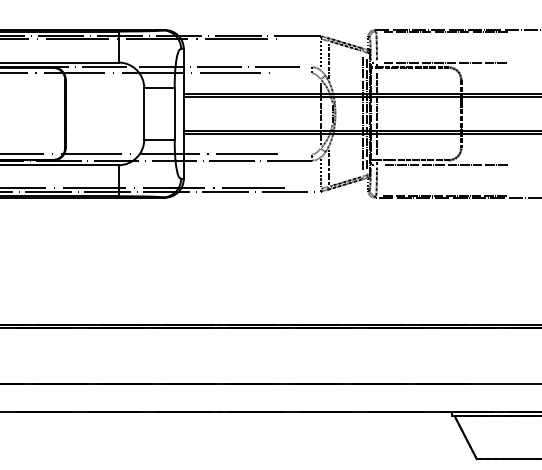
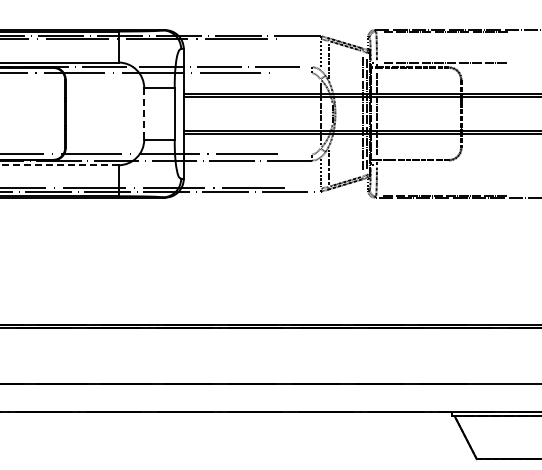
line at (144, 113): solid -> dashed
line at (58, 165): solid -> dashed
line at (445, 165): present -> none
